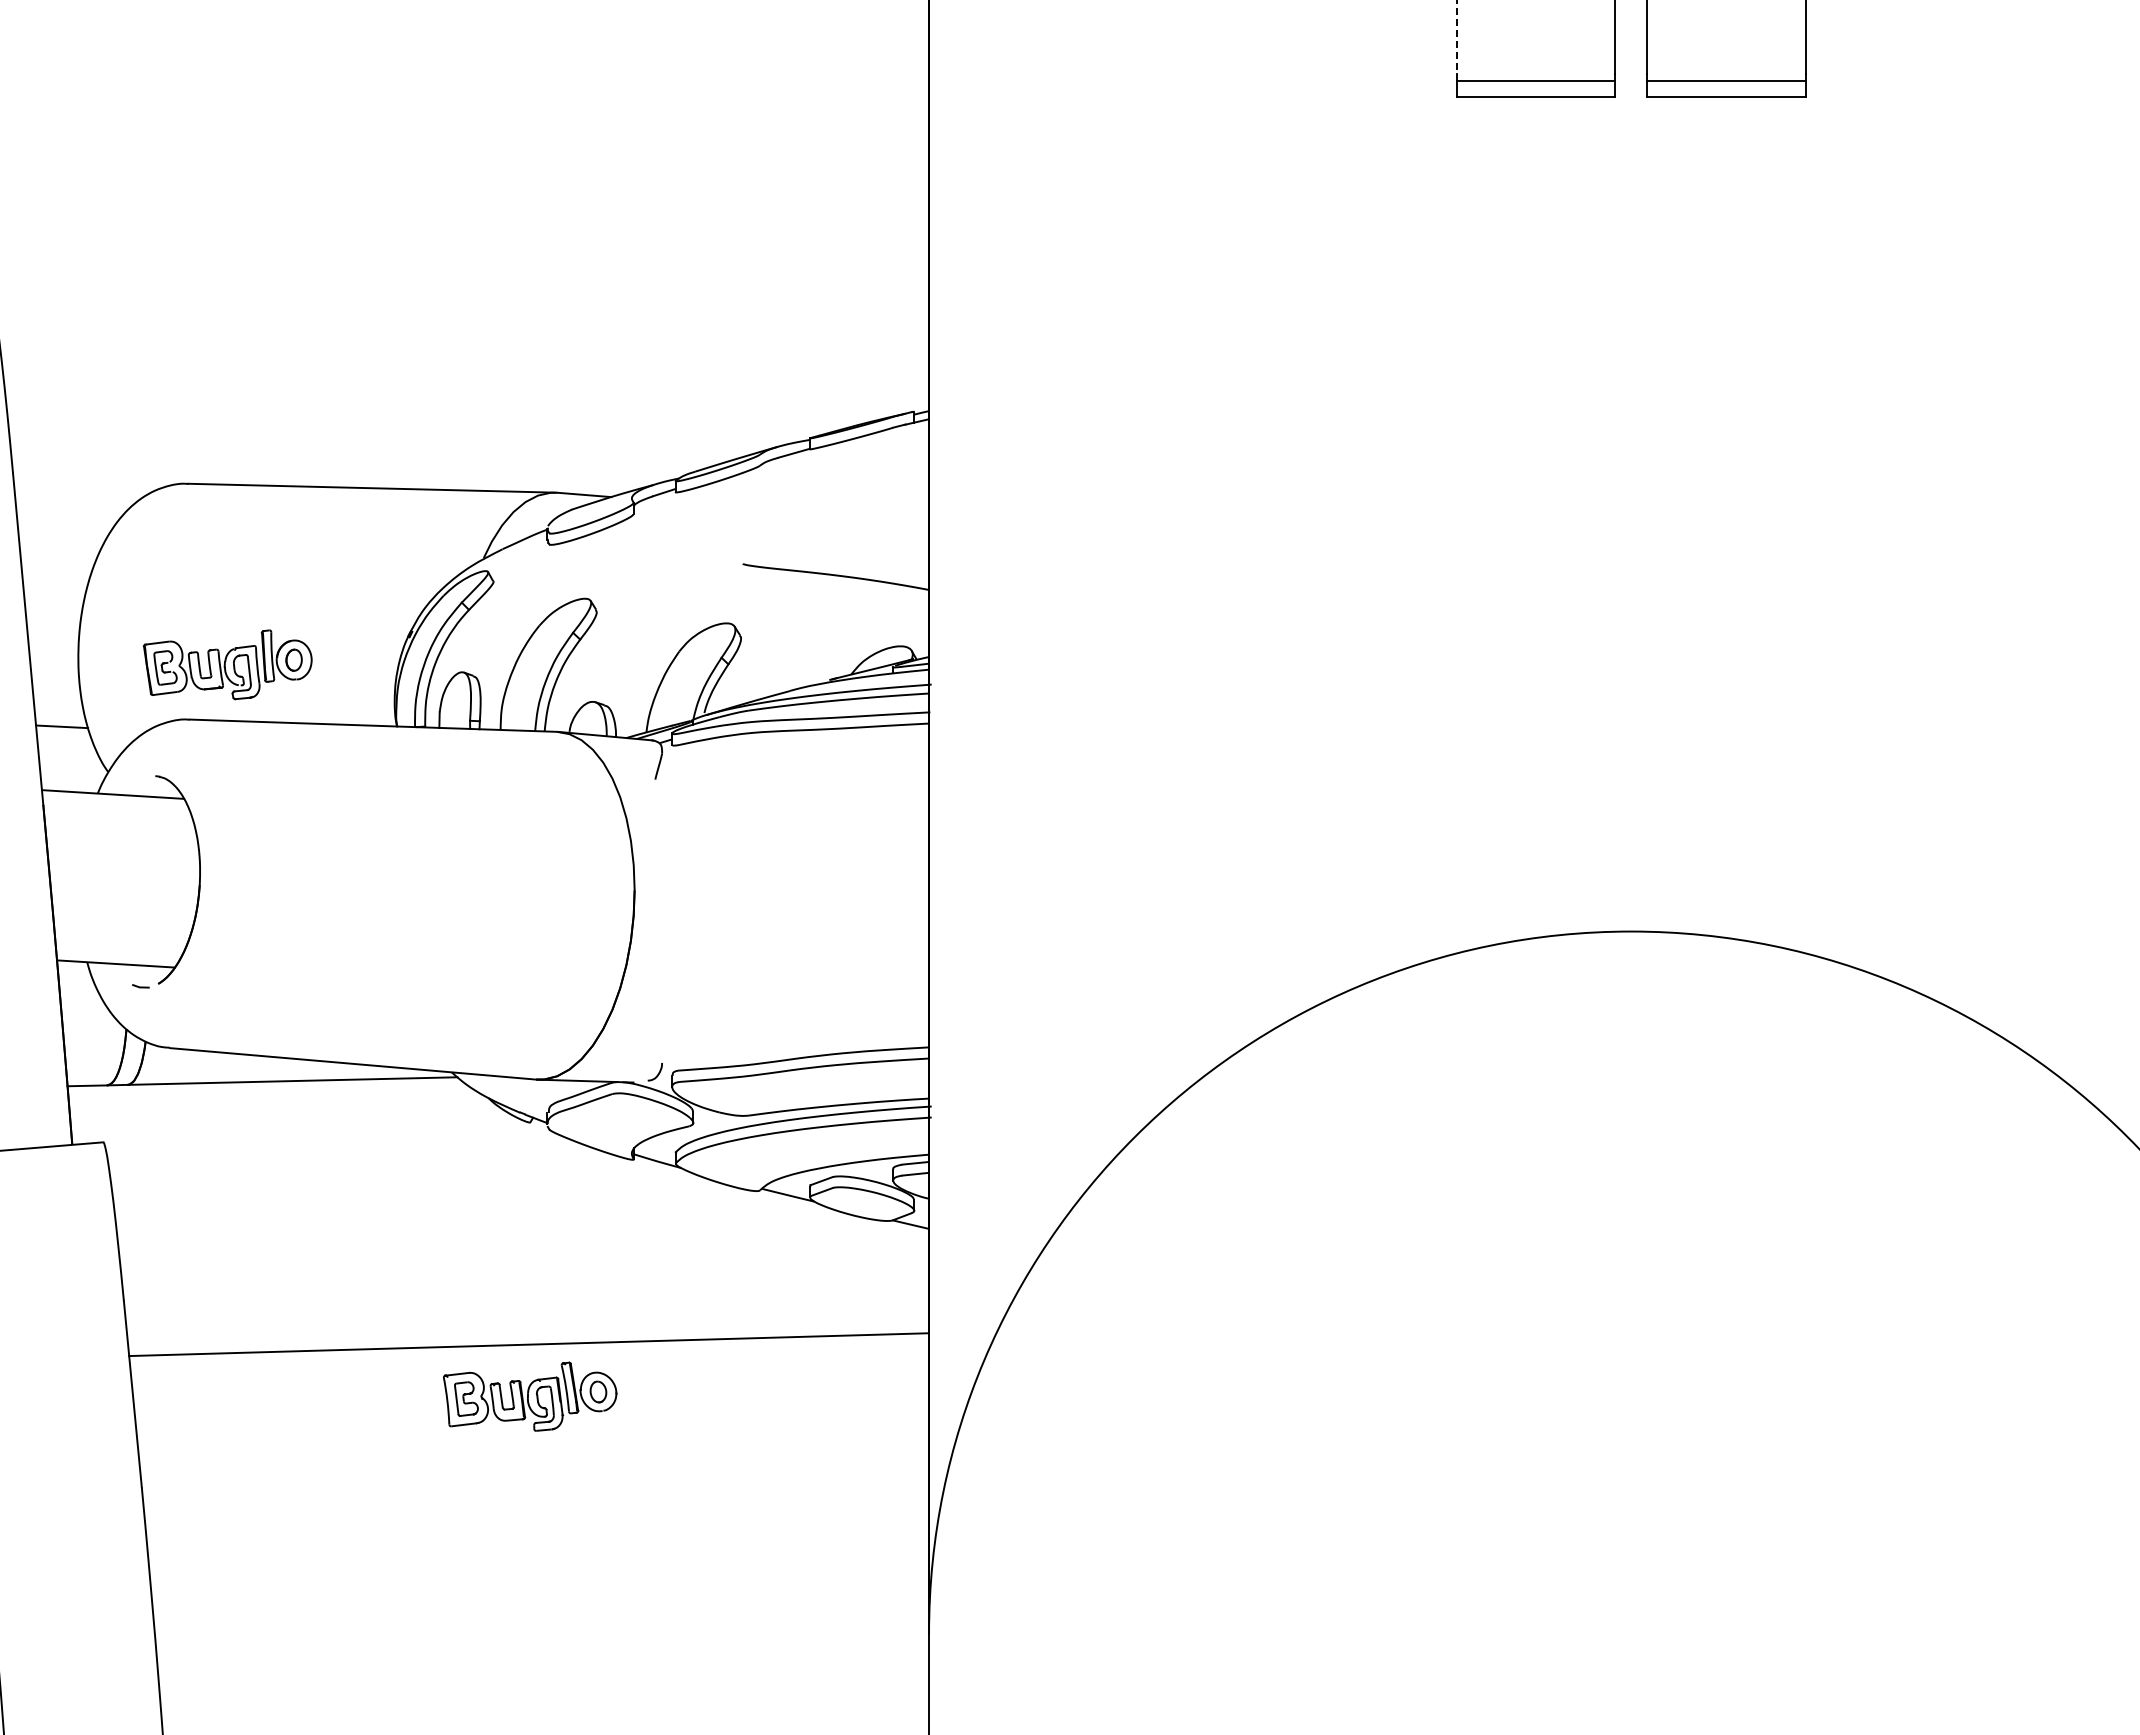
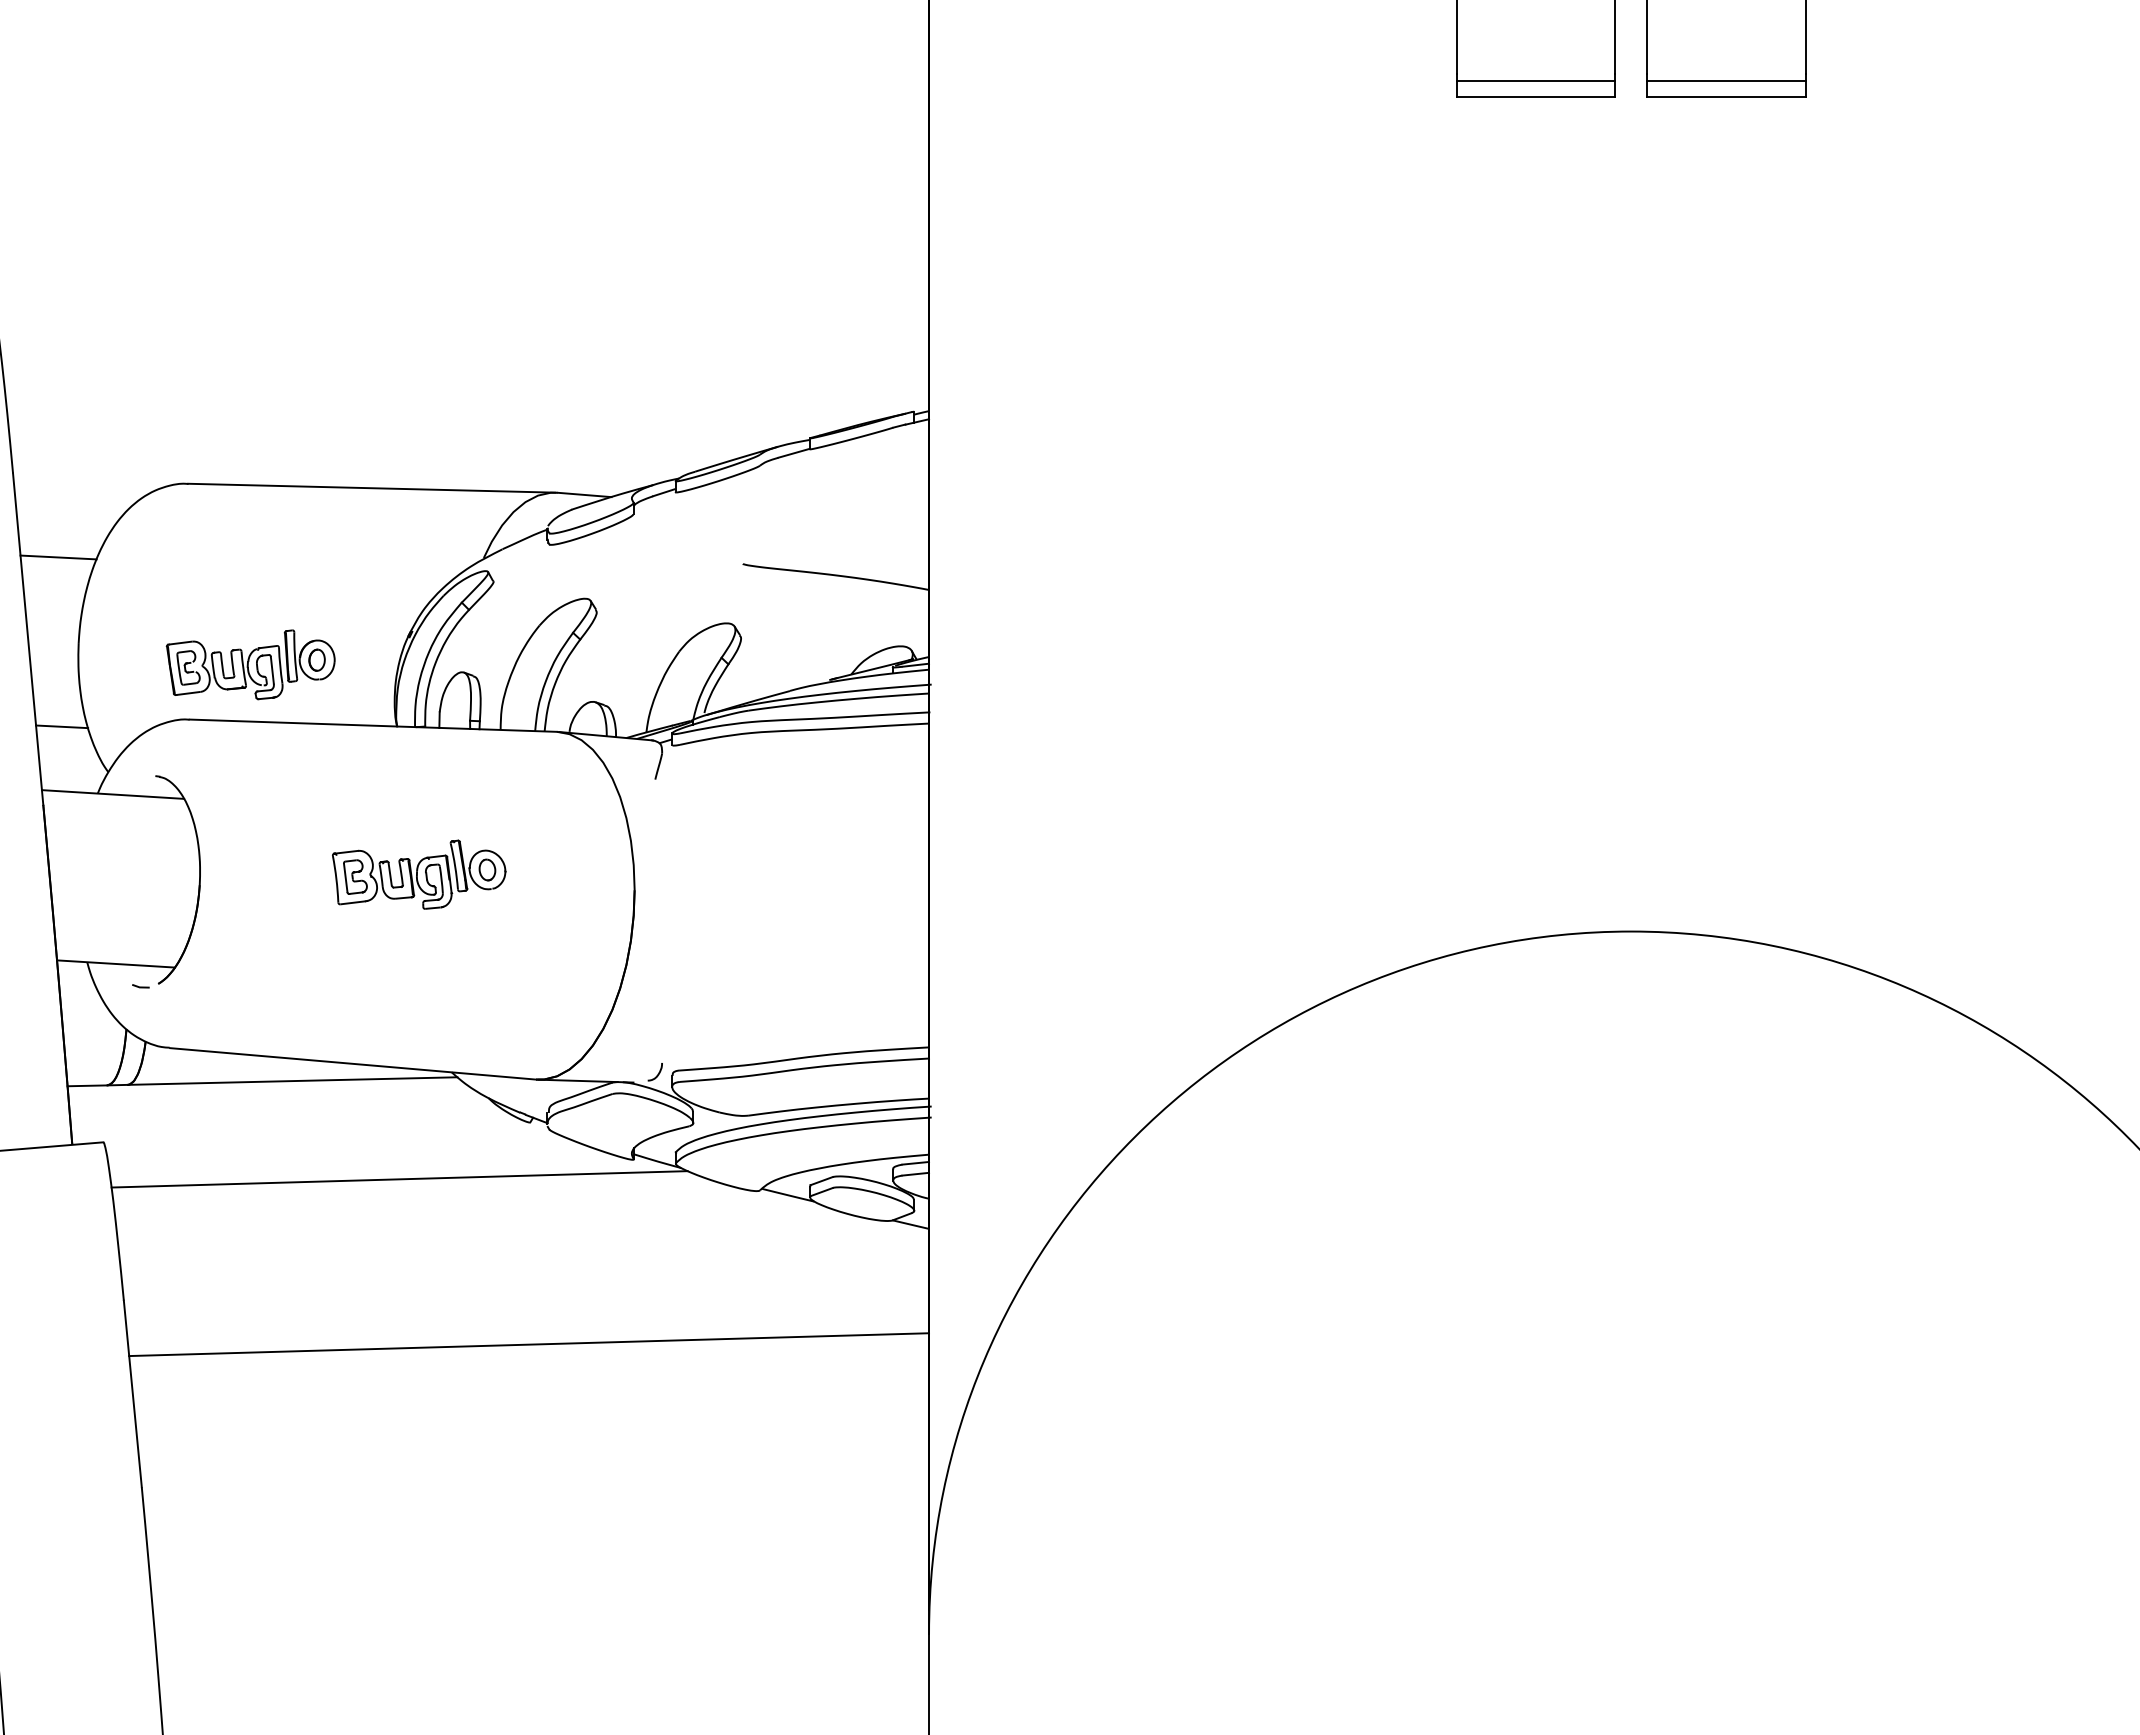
line at (1457, 37): dashed -> solid
line at (58, 557): none -> present
part at (227, 664) position: (227, 664) -> (250, 664)
line at (399, 1179): none -> present
part at (530, 1396) position: (530, 1396) -> (419, 874)
